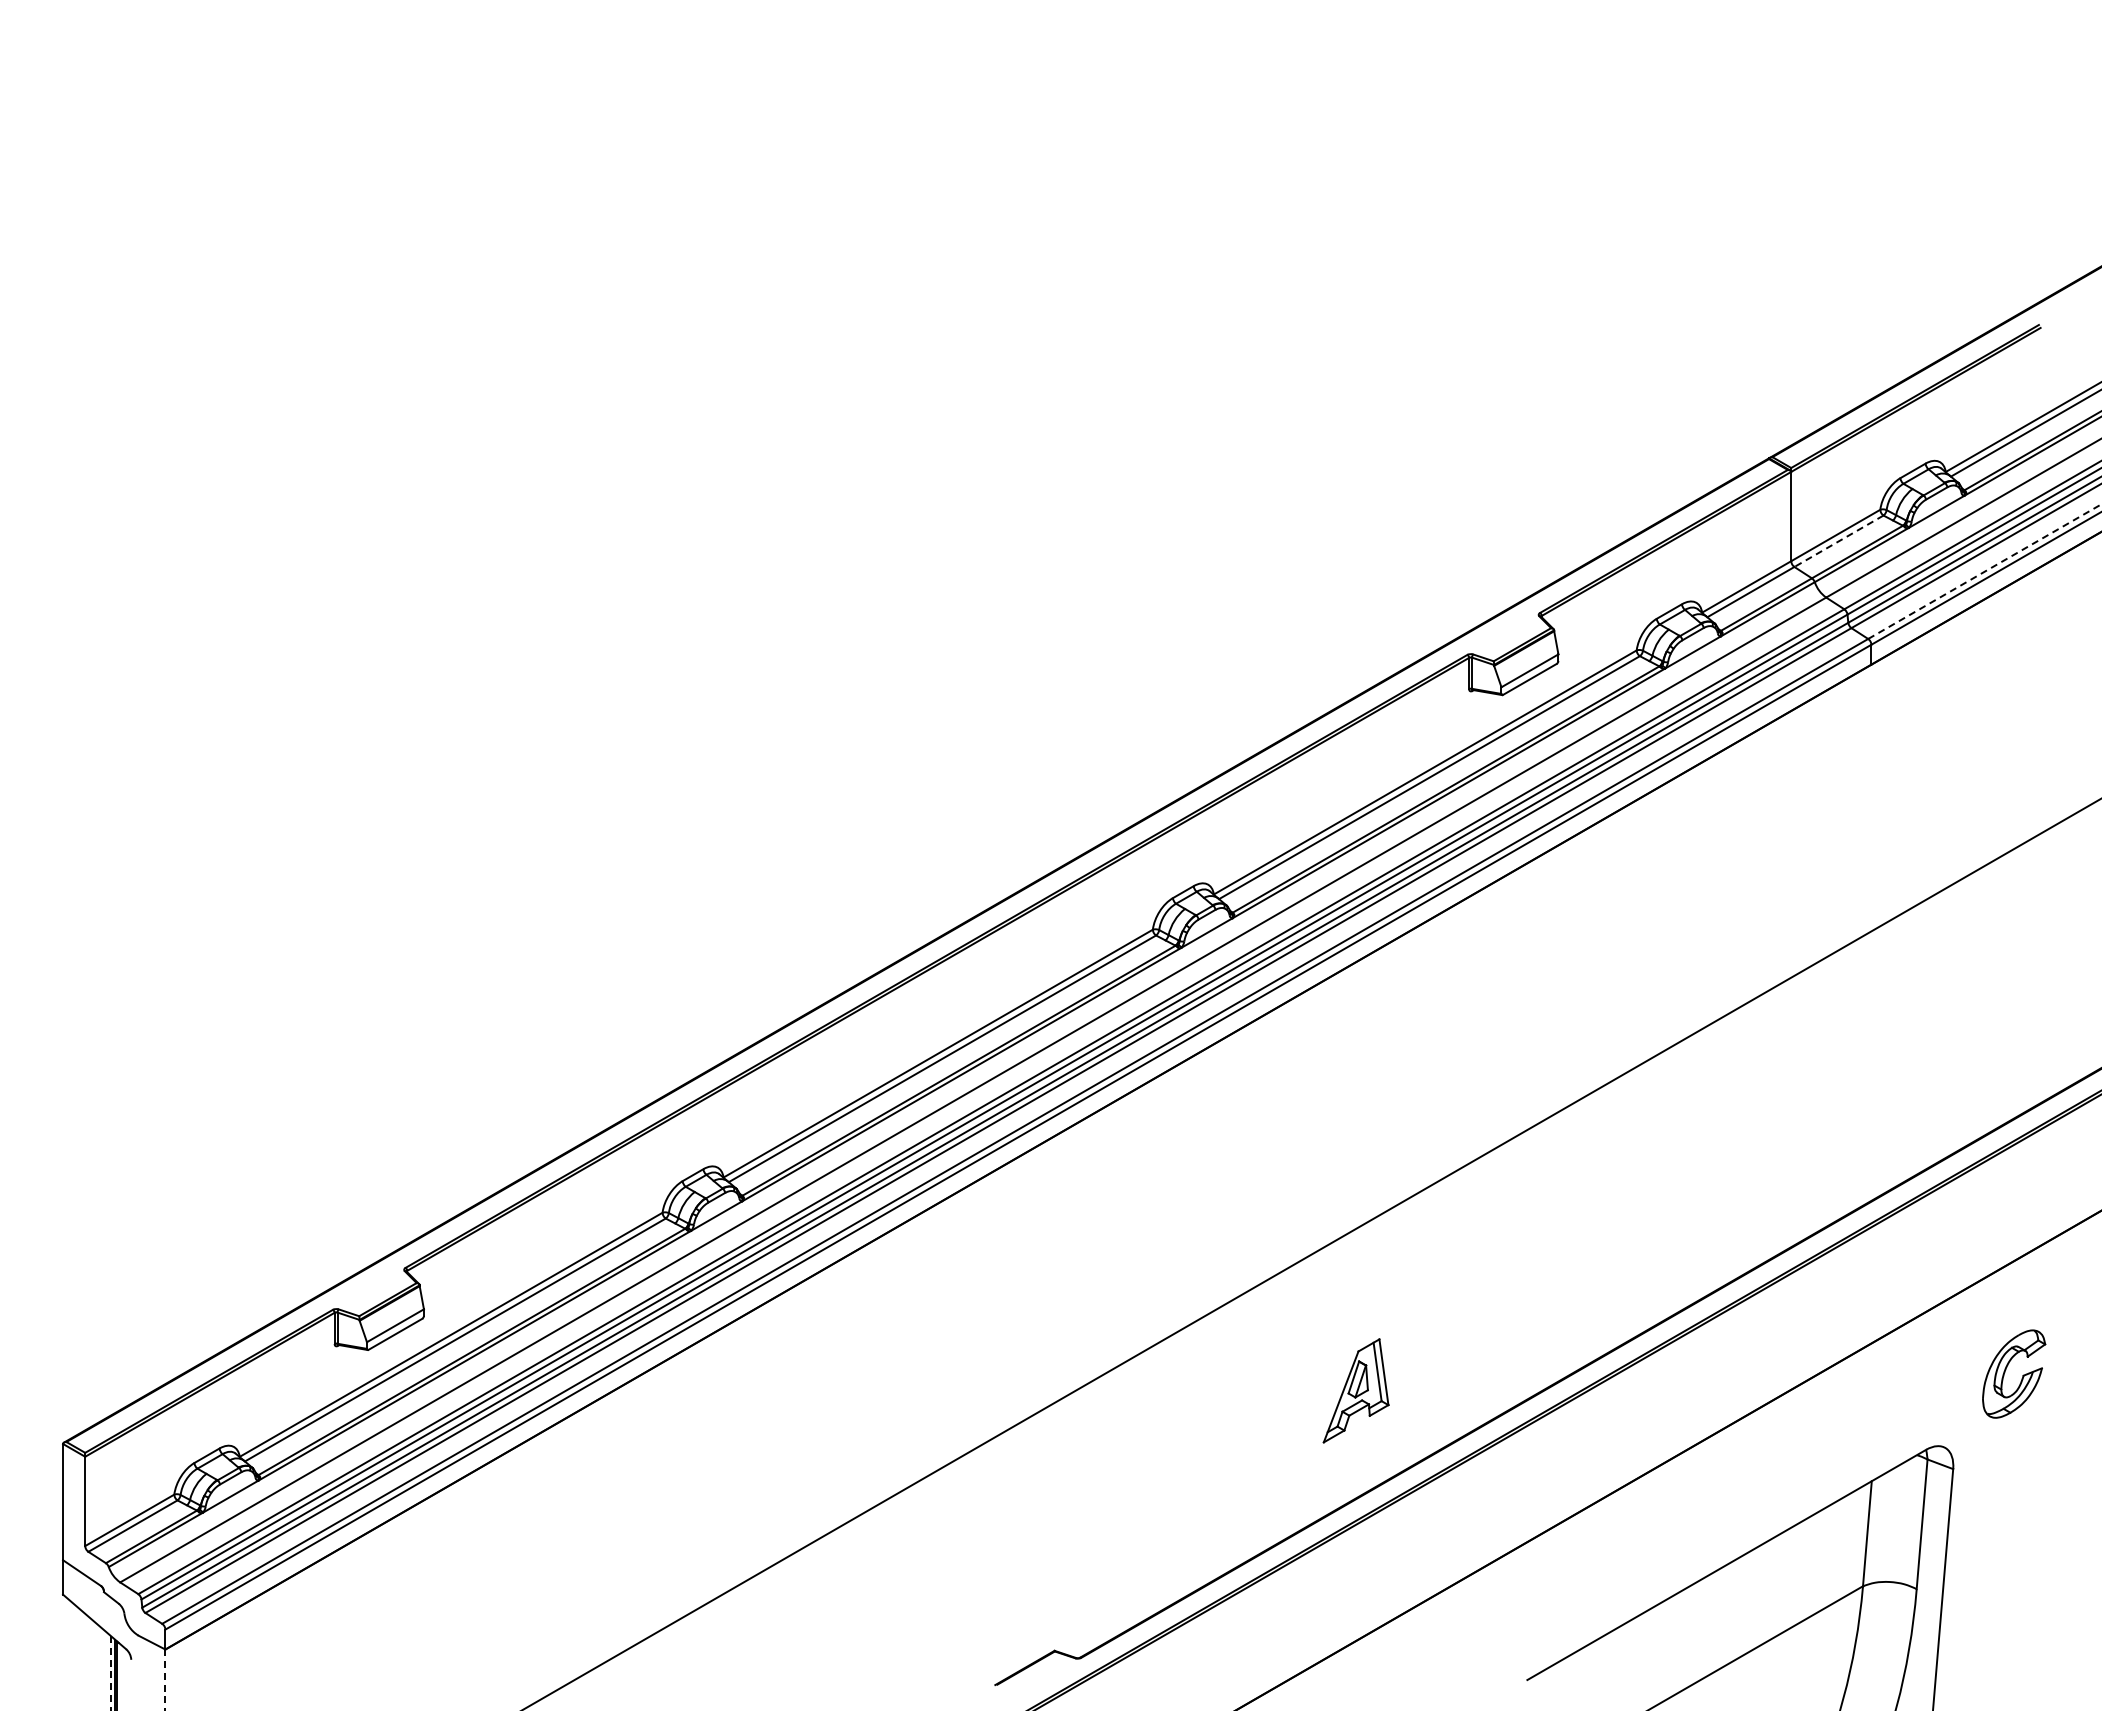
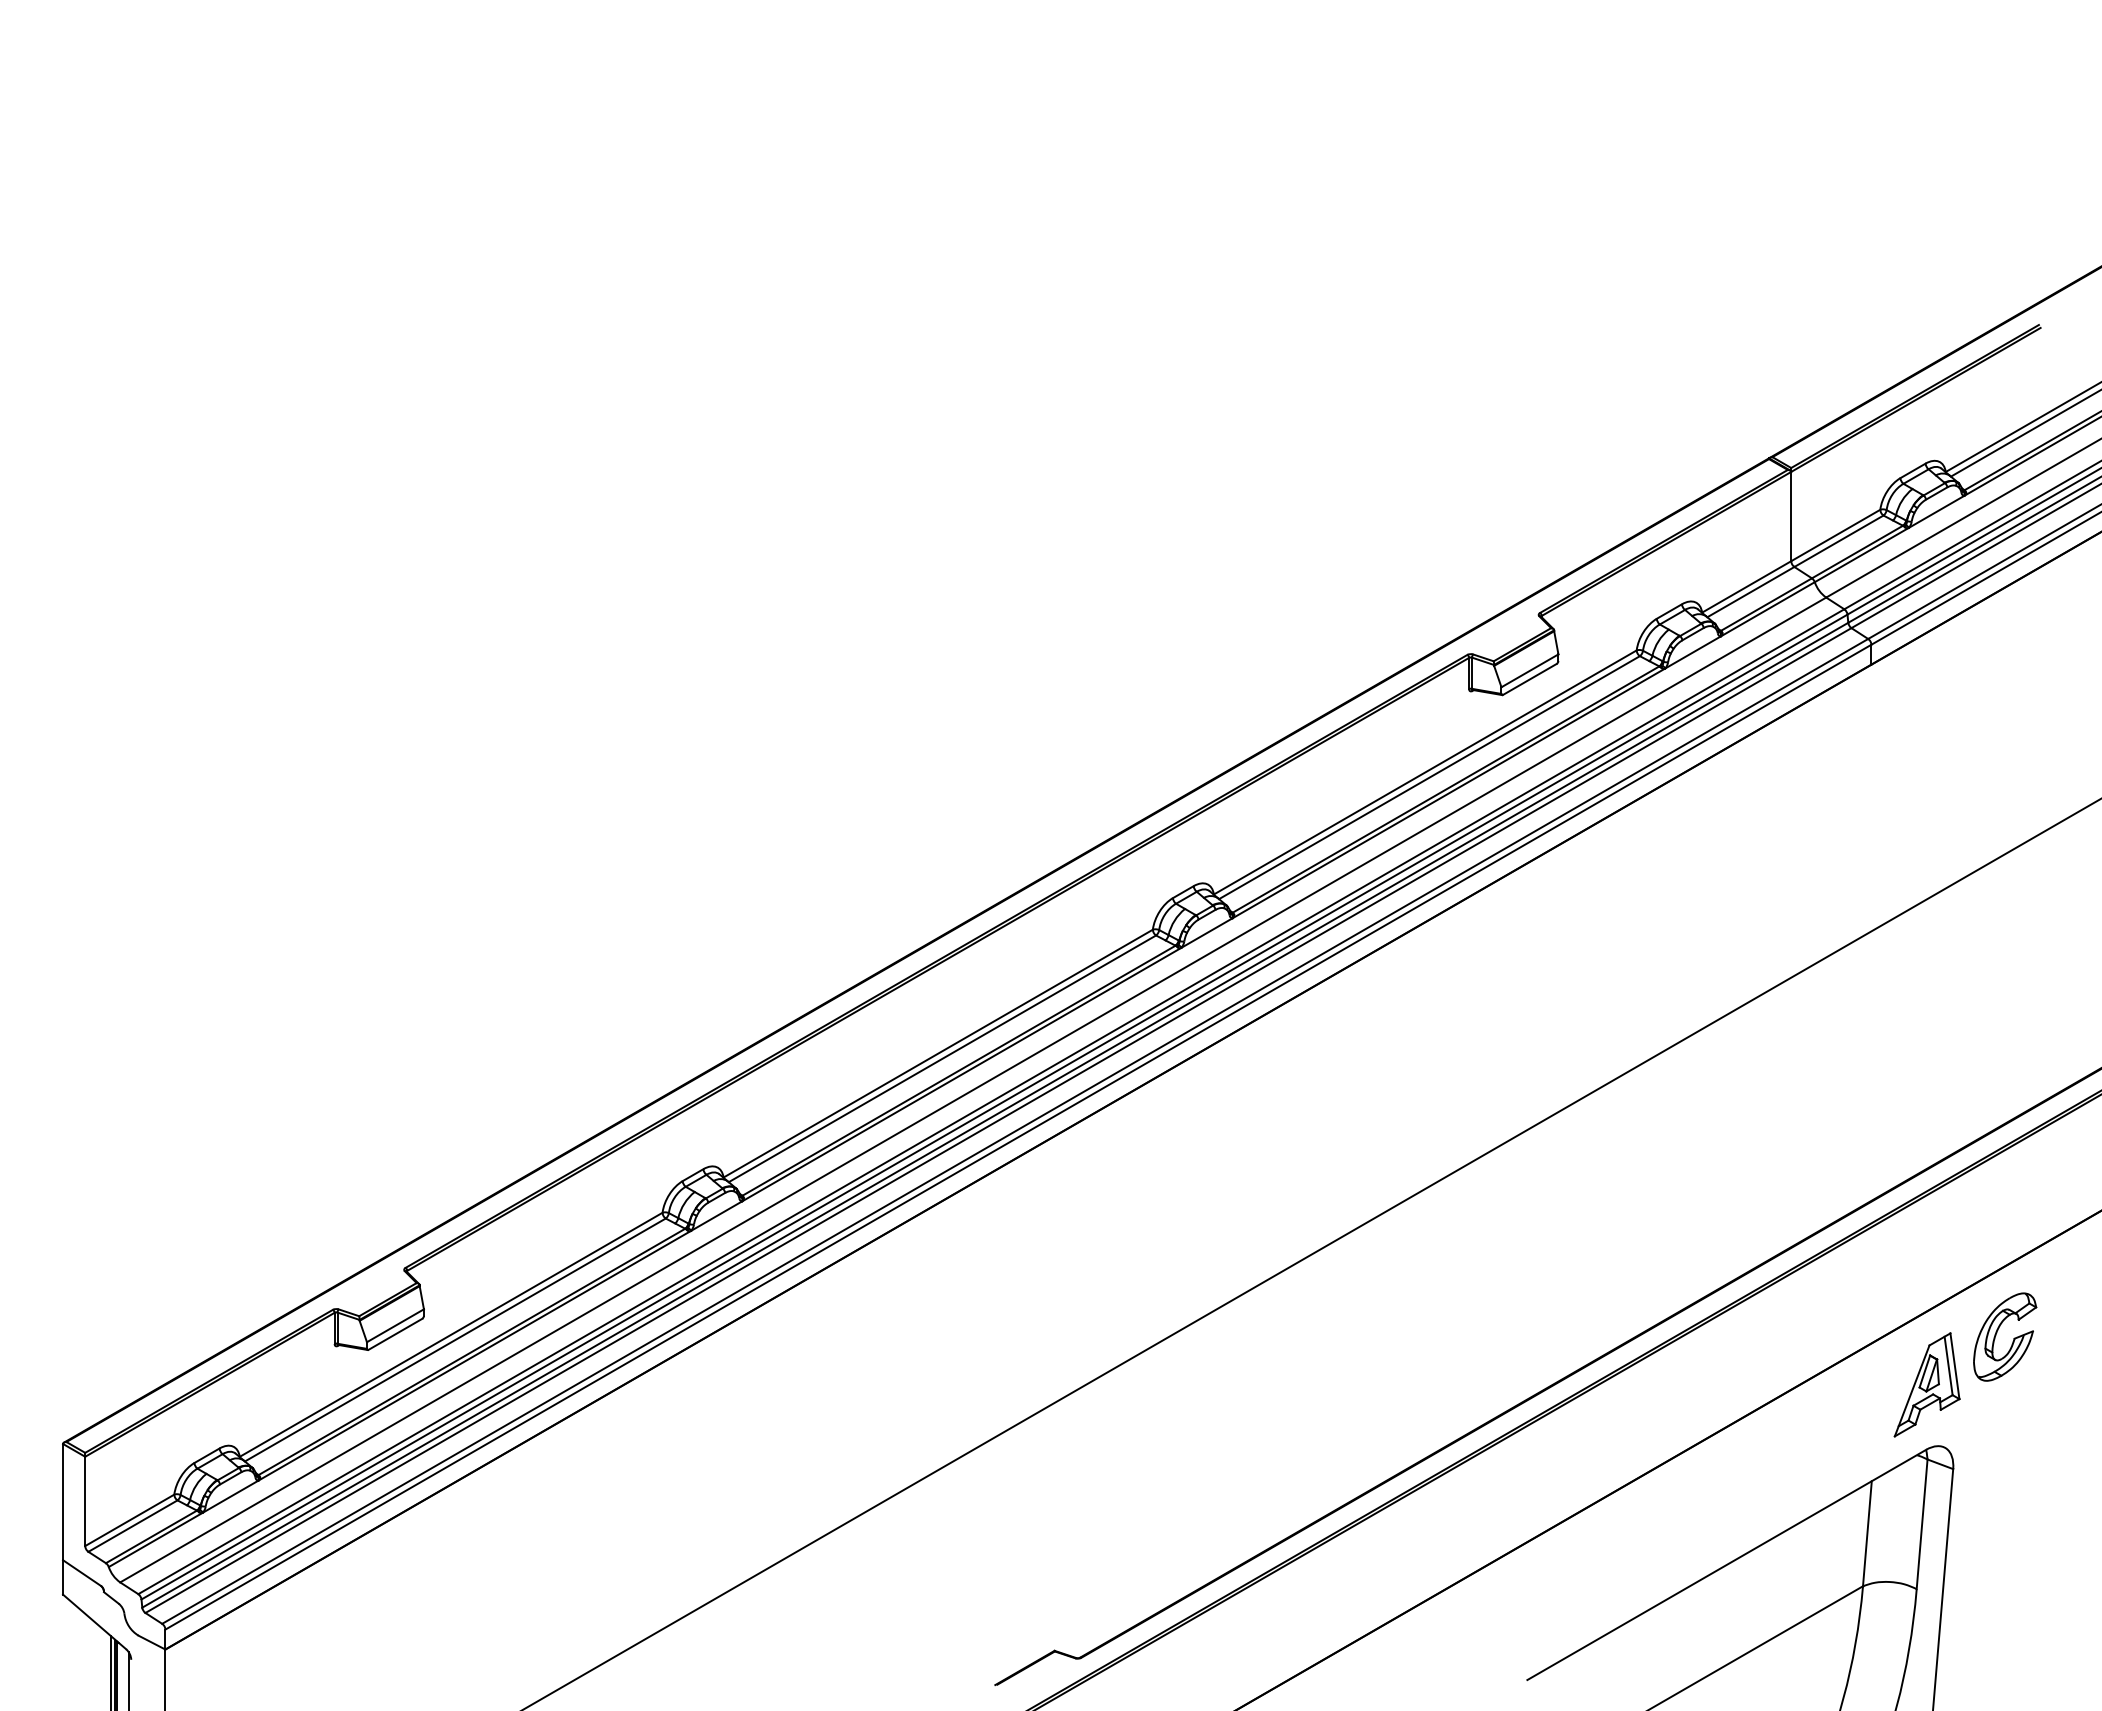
line at (1838, 541): dashed -> solid
line at (1985, 571): dashed -> solid
part at (2022, 1375) position: (2022, 1375) -> (2013, 1338)
part at (1355, 1390) position: (1355, 1390) -> (1926, 1384)
line at (110, 1673): dashed -> solid
line at (128, 1679): none -> present
line at (165, 1679): dashed -> solid
